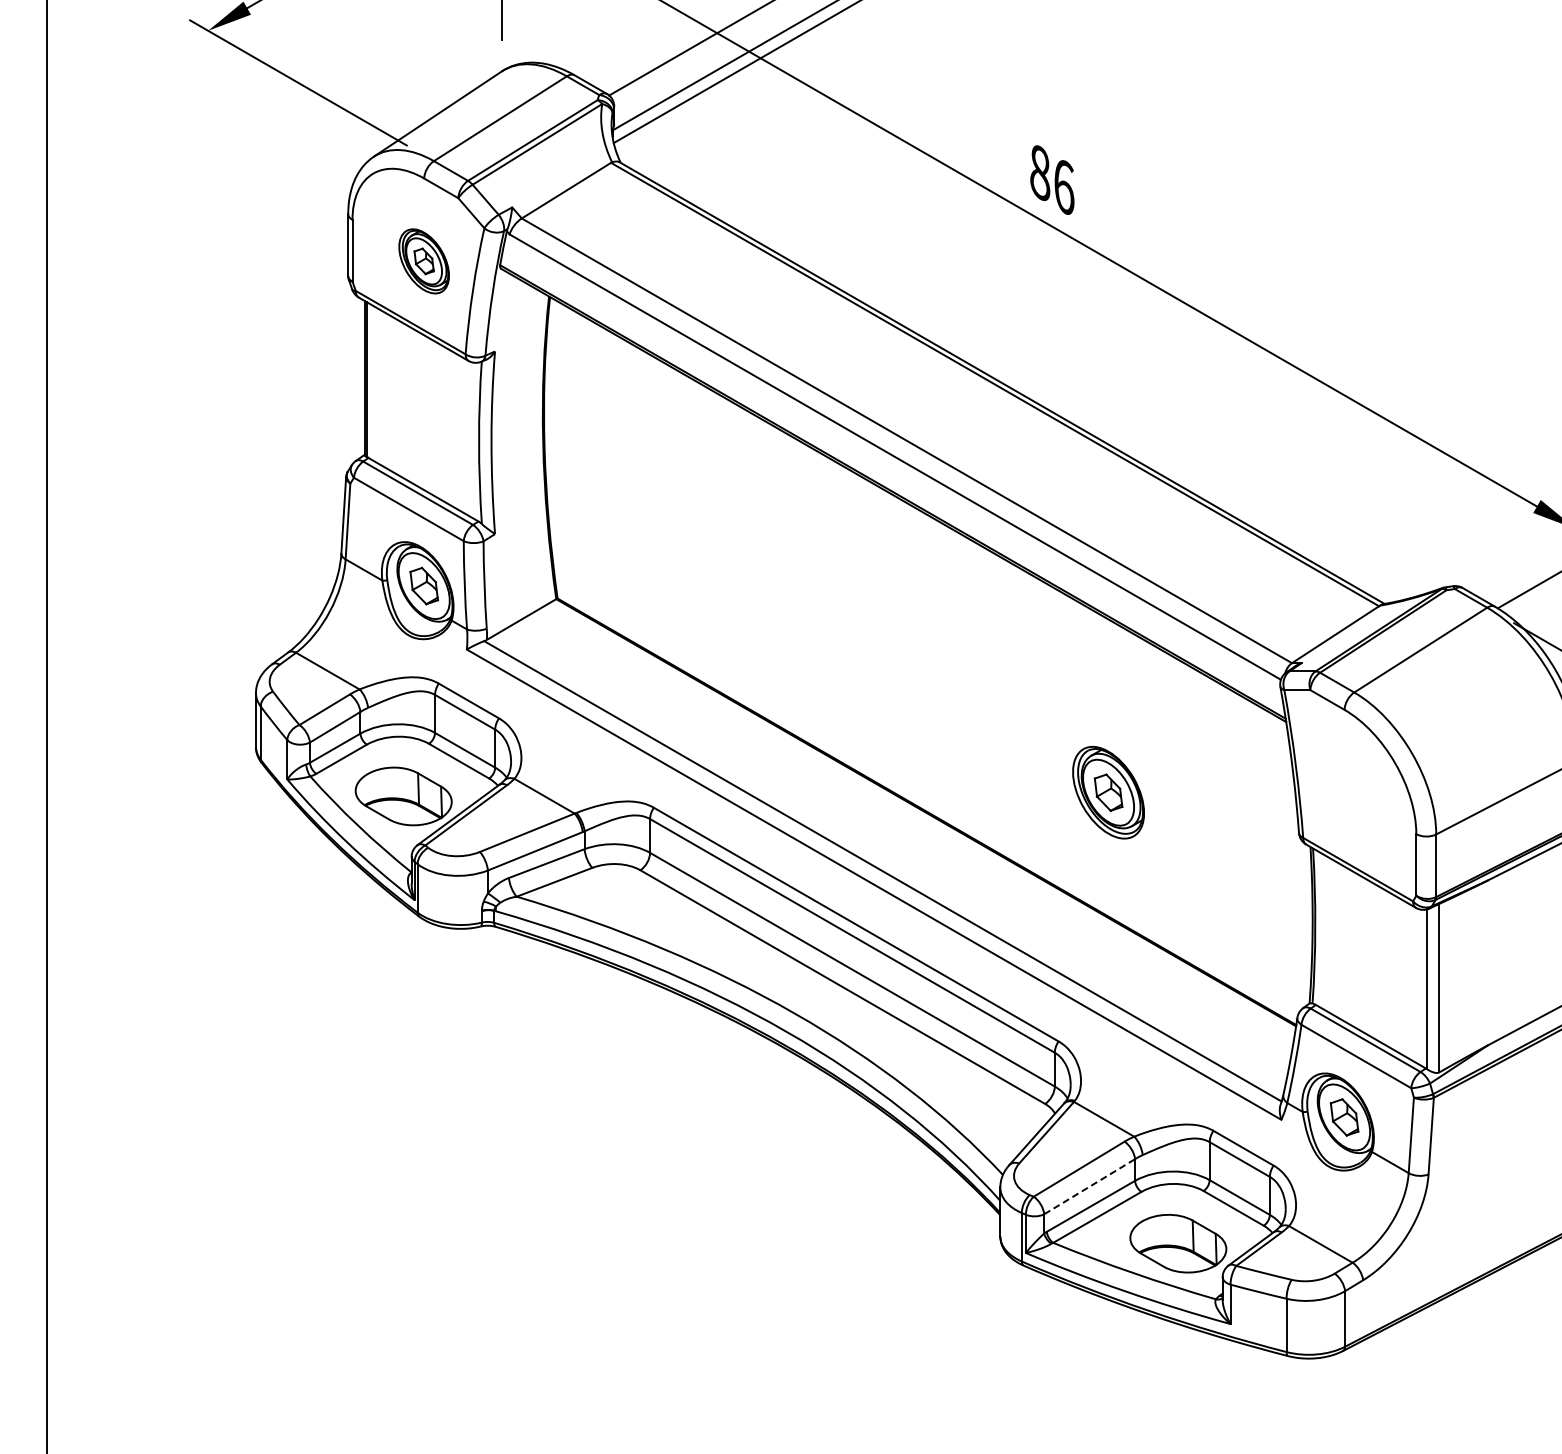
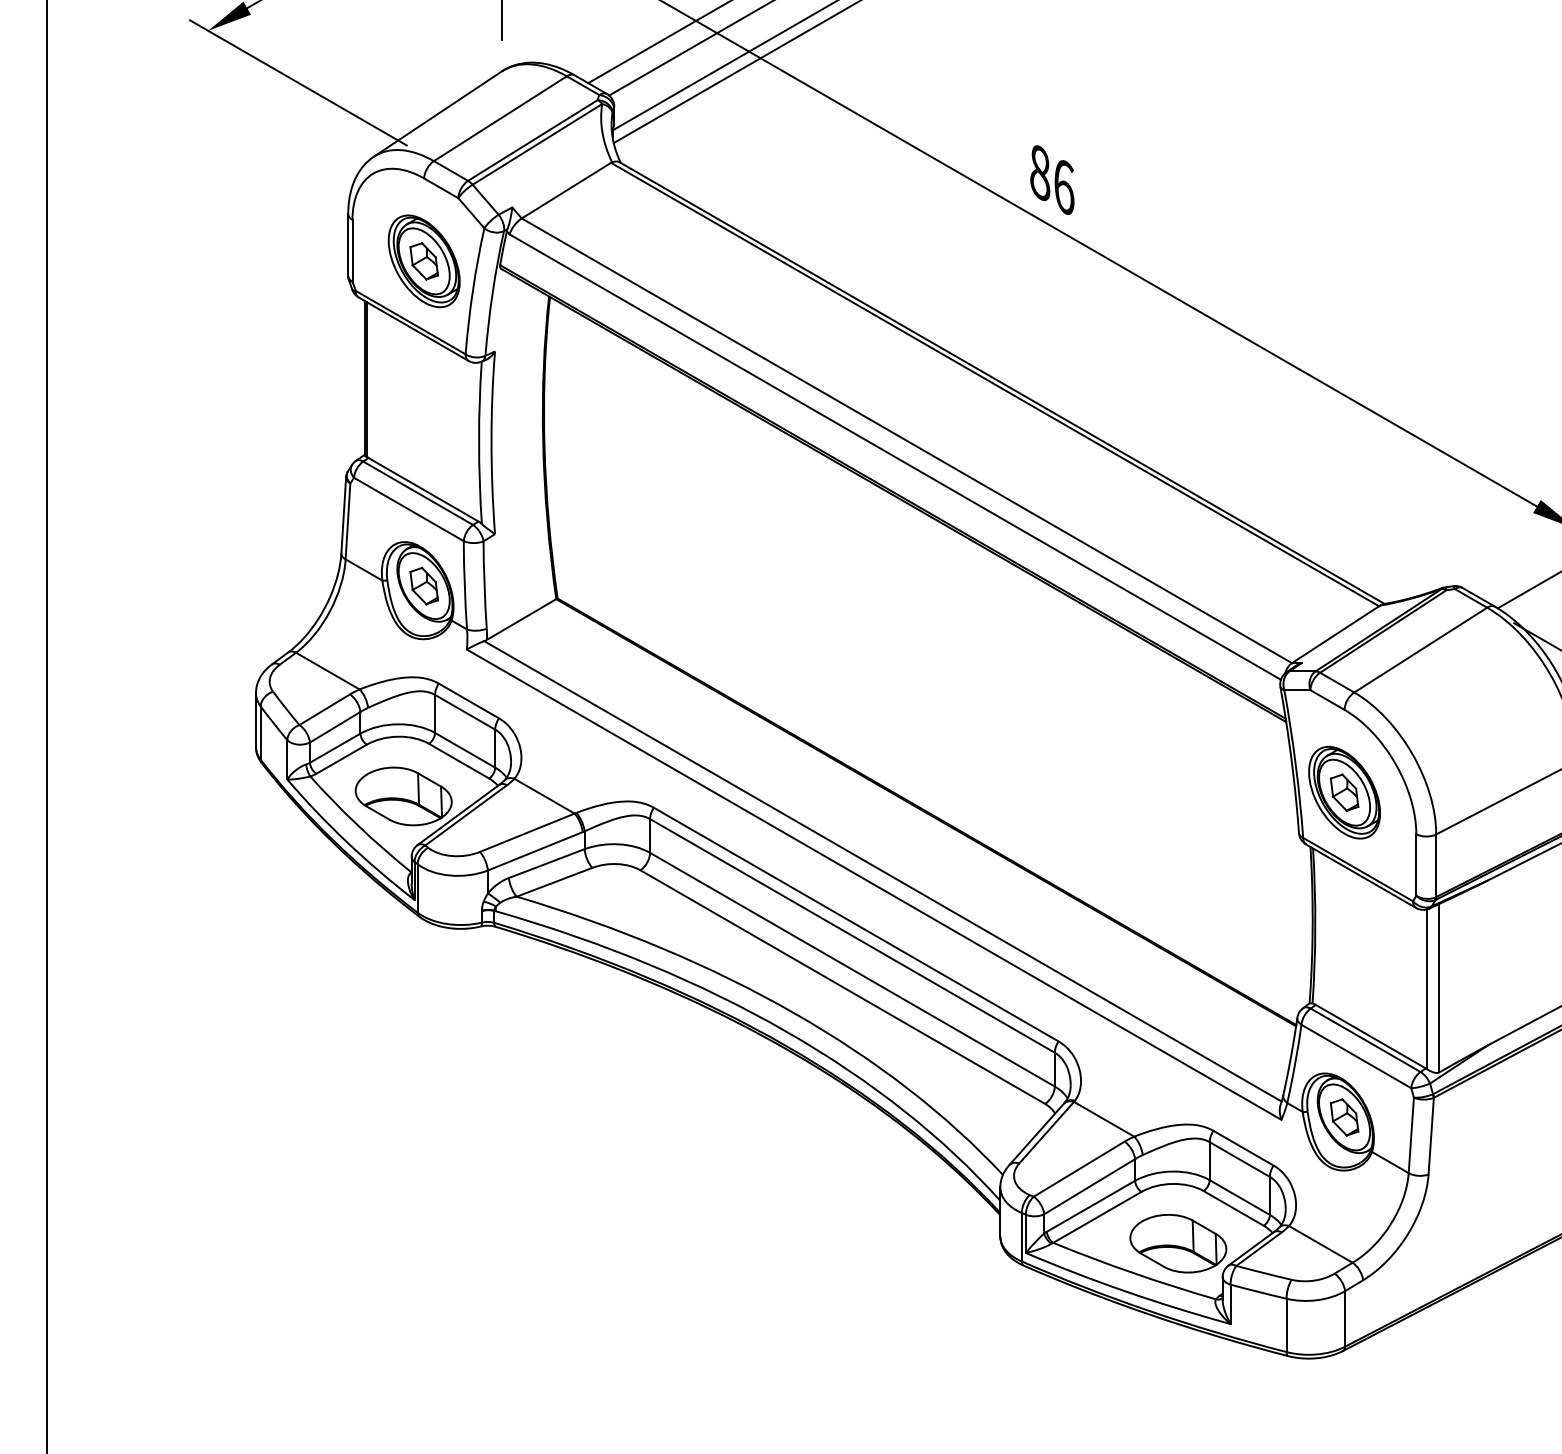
line at (658, 42): none -> present
part at (423, 261) size: 52x67 px -> 74x95 px
part at (1108, 792) position: (1108, 792) -> (1344, 792)
line at (1090, 1186): dashed -> solid
